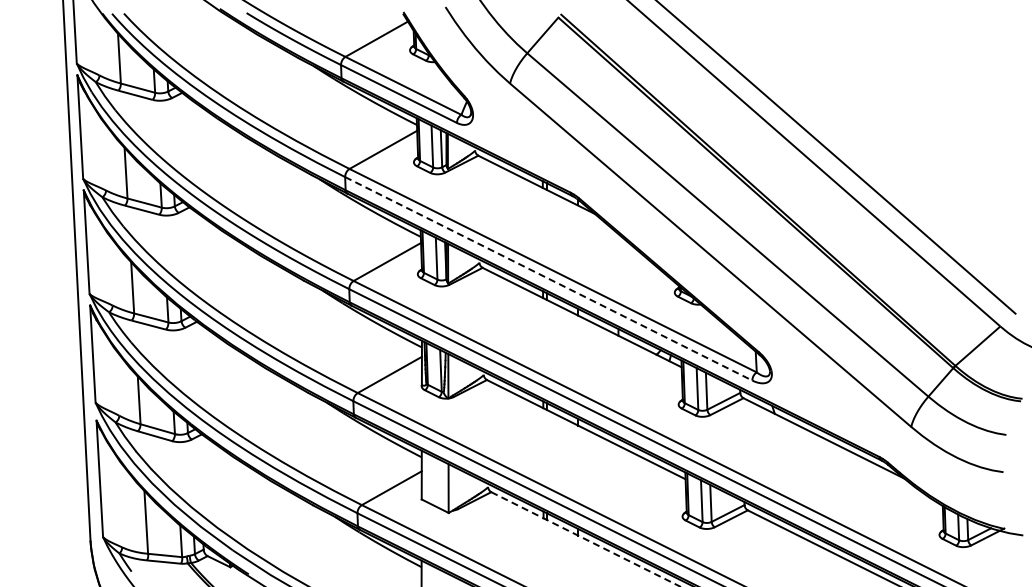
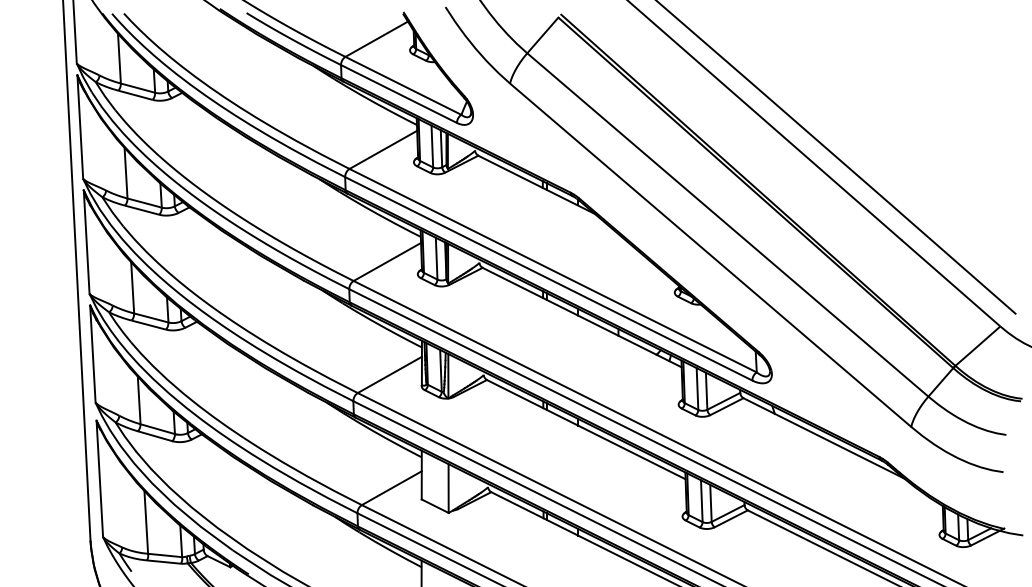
line at (548, 278): dashed -> solid
line at (585, 539): dashed -> solid
